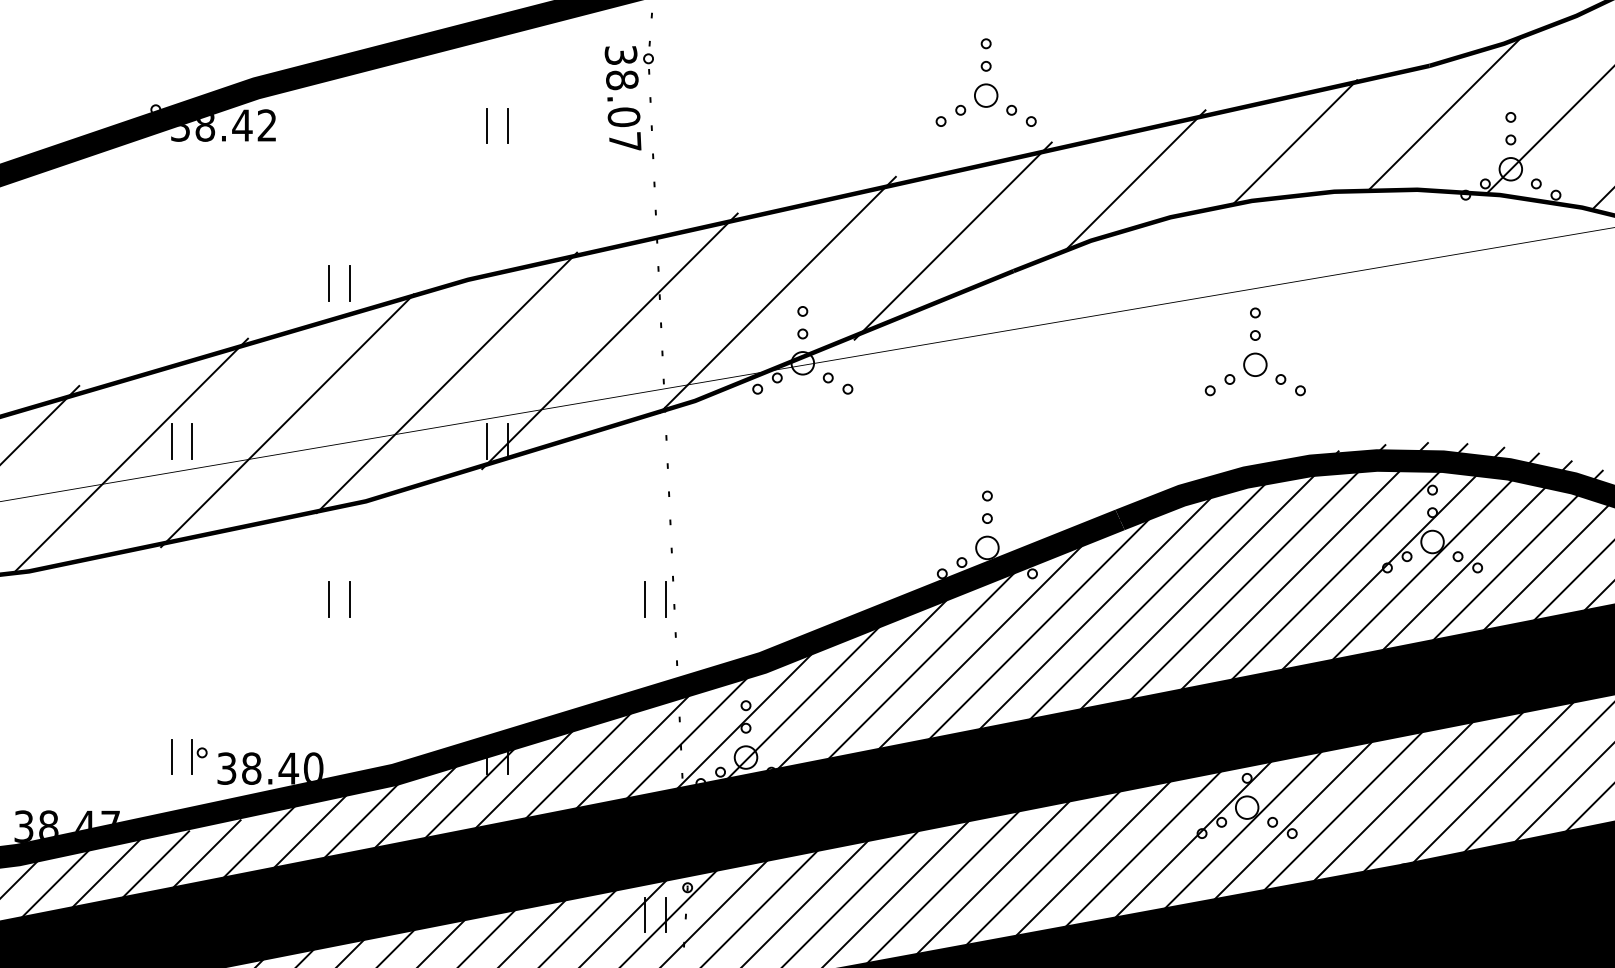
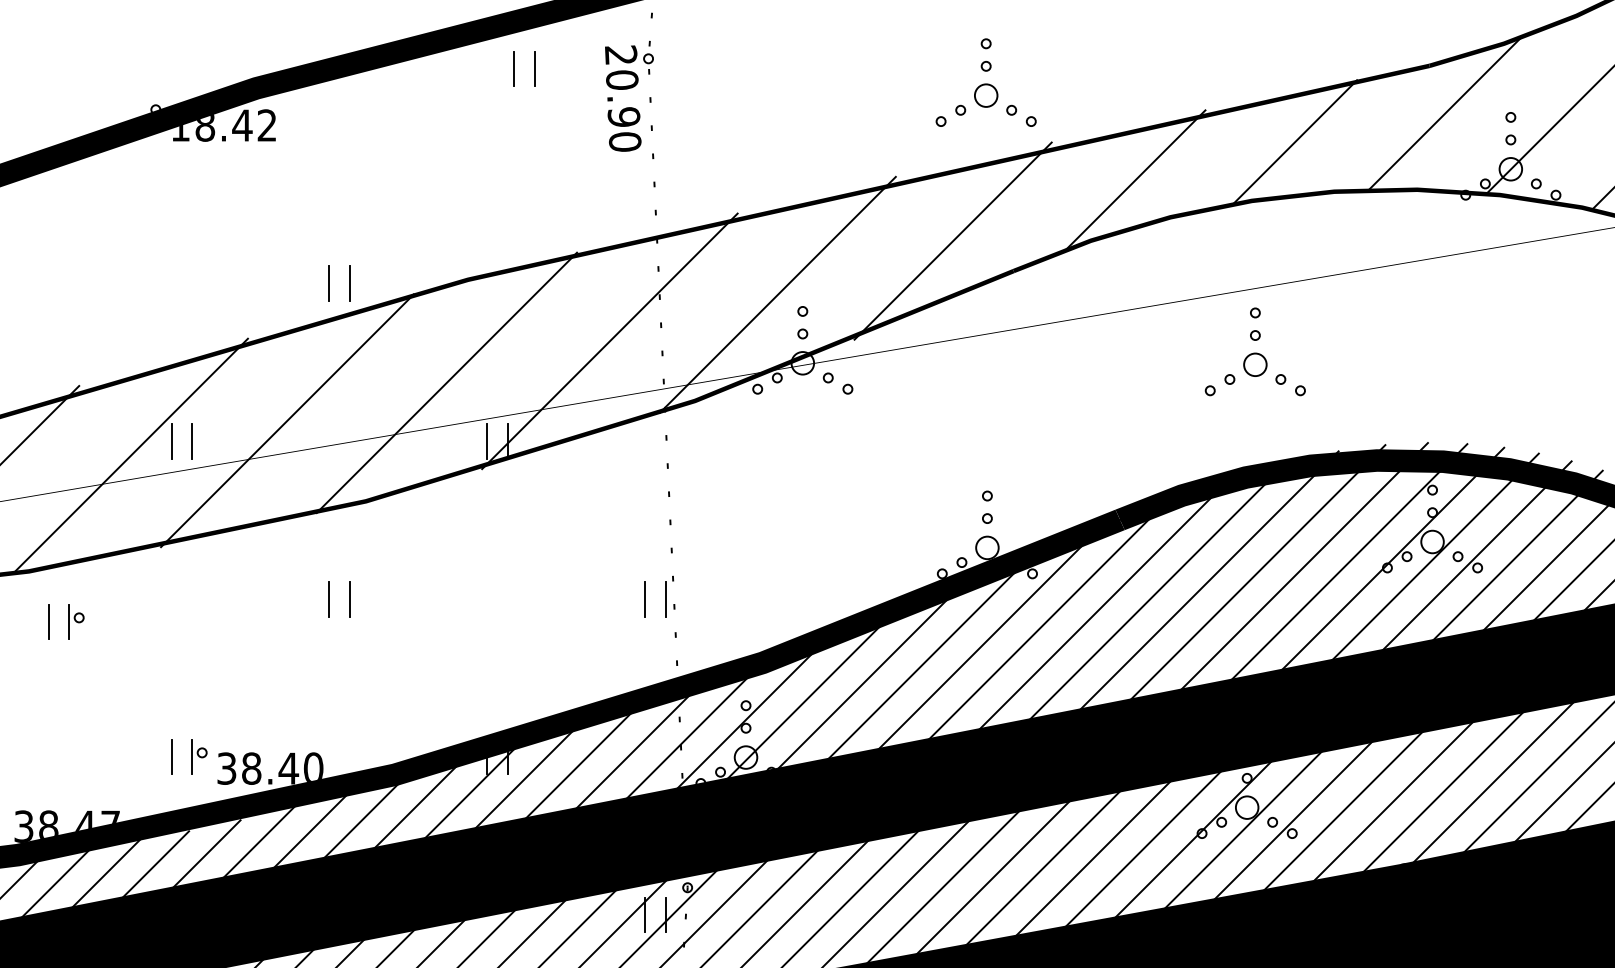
text at (622, 98): 38.07 -> 20.90
part at (487, 125) position: (487, 125) -> (514, 68)
text at (180, 132): 38.42 -> 18.42
part at (66, 621): none -> present
